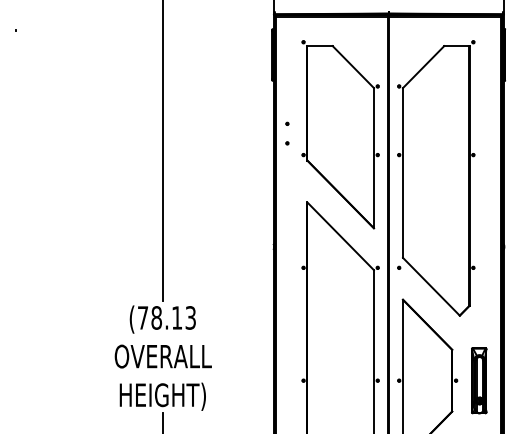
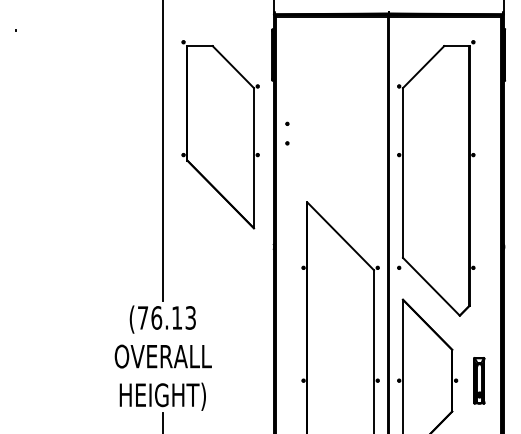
part at (340, 134) position: (340, 134) -> (220, 134)
text at (156, 317): (78.13 -> (76.13
part at (479, 380) size: 17x68 px -> 13x48 px
